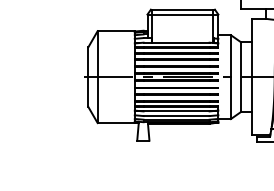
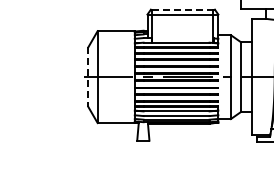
line at (182, 9): solid -> dashed
line at (88, 77): solid -> dashed
